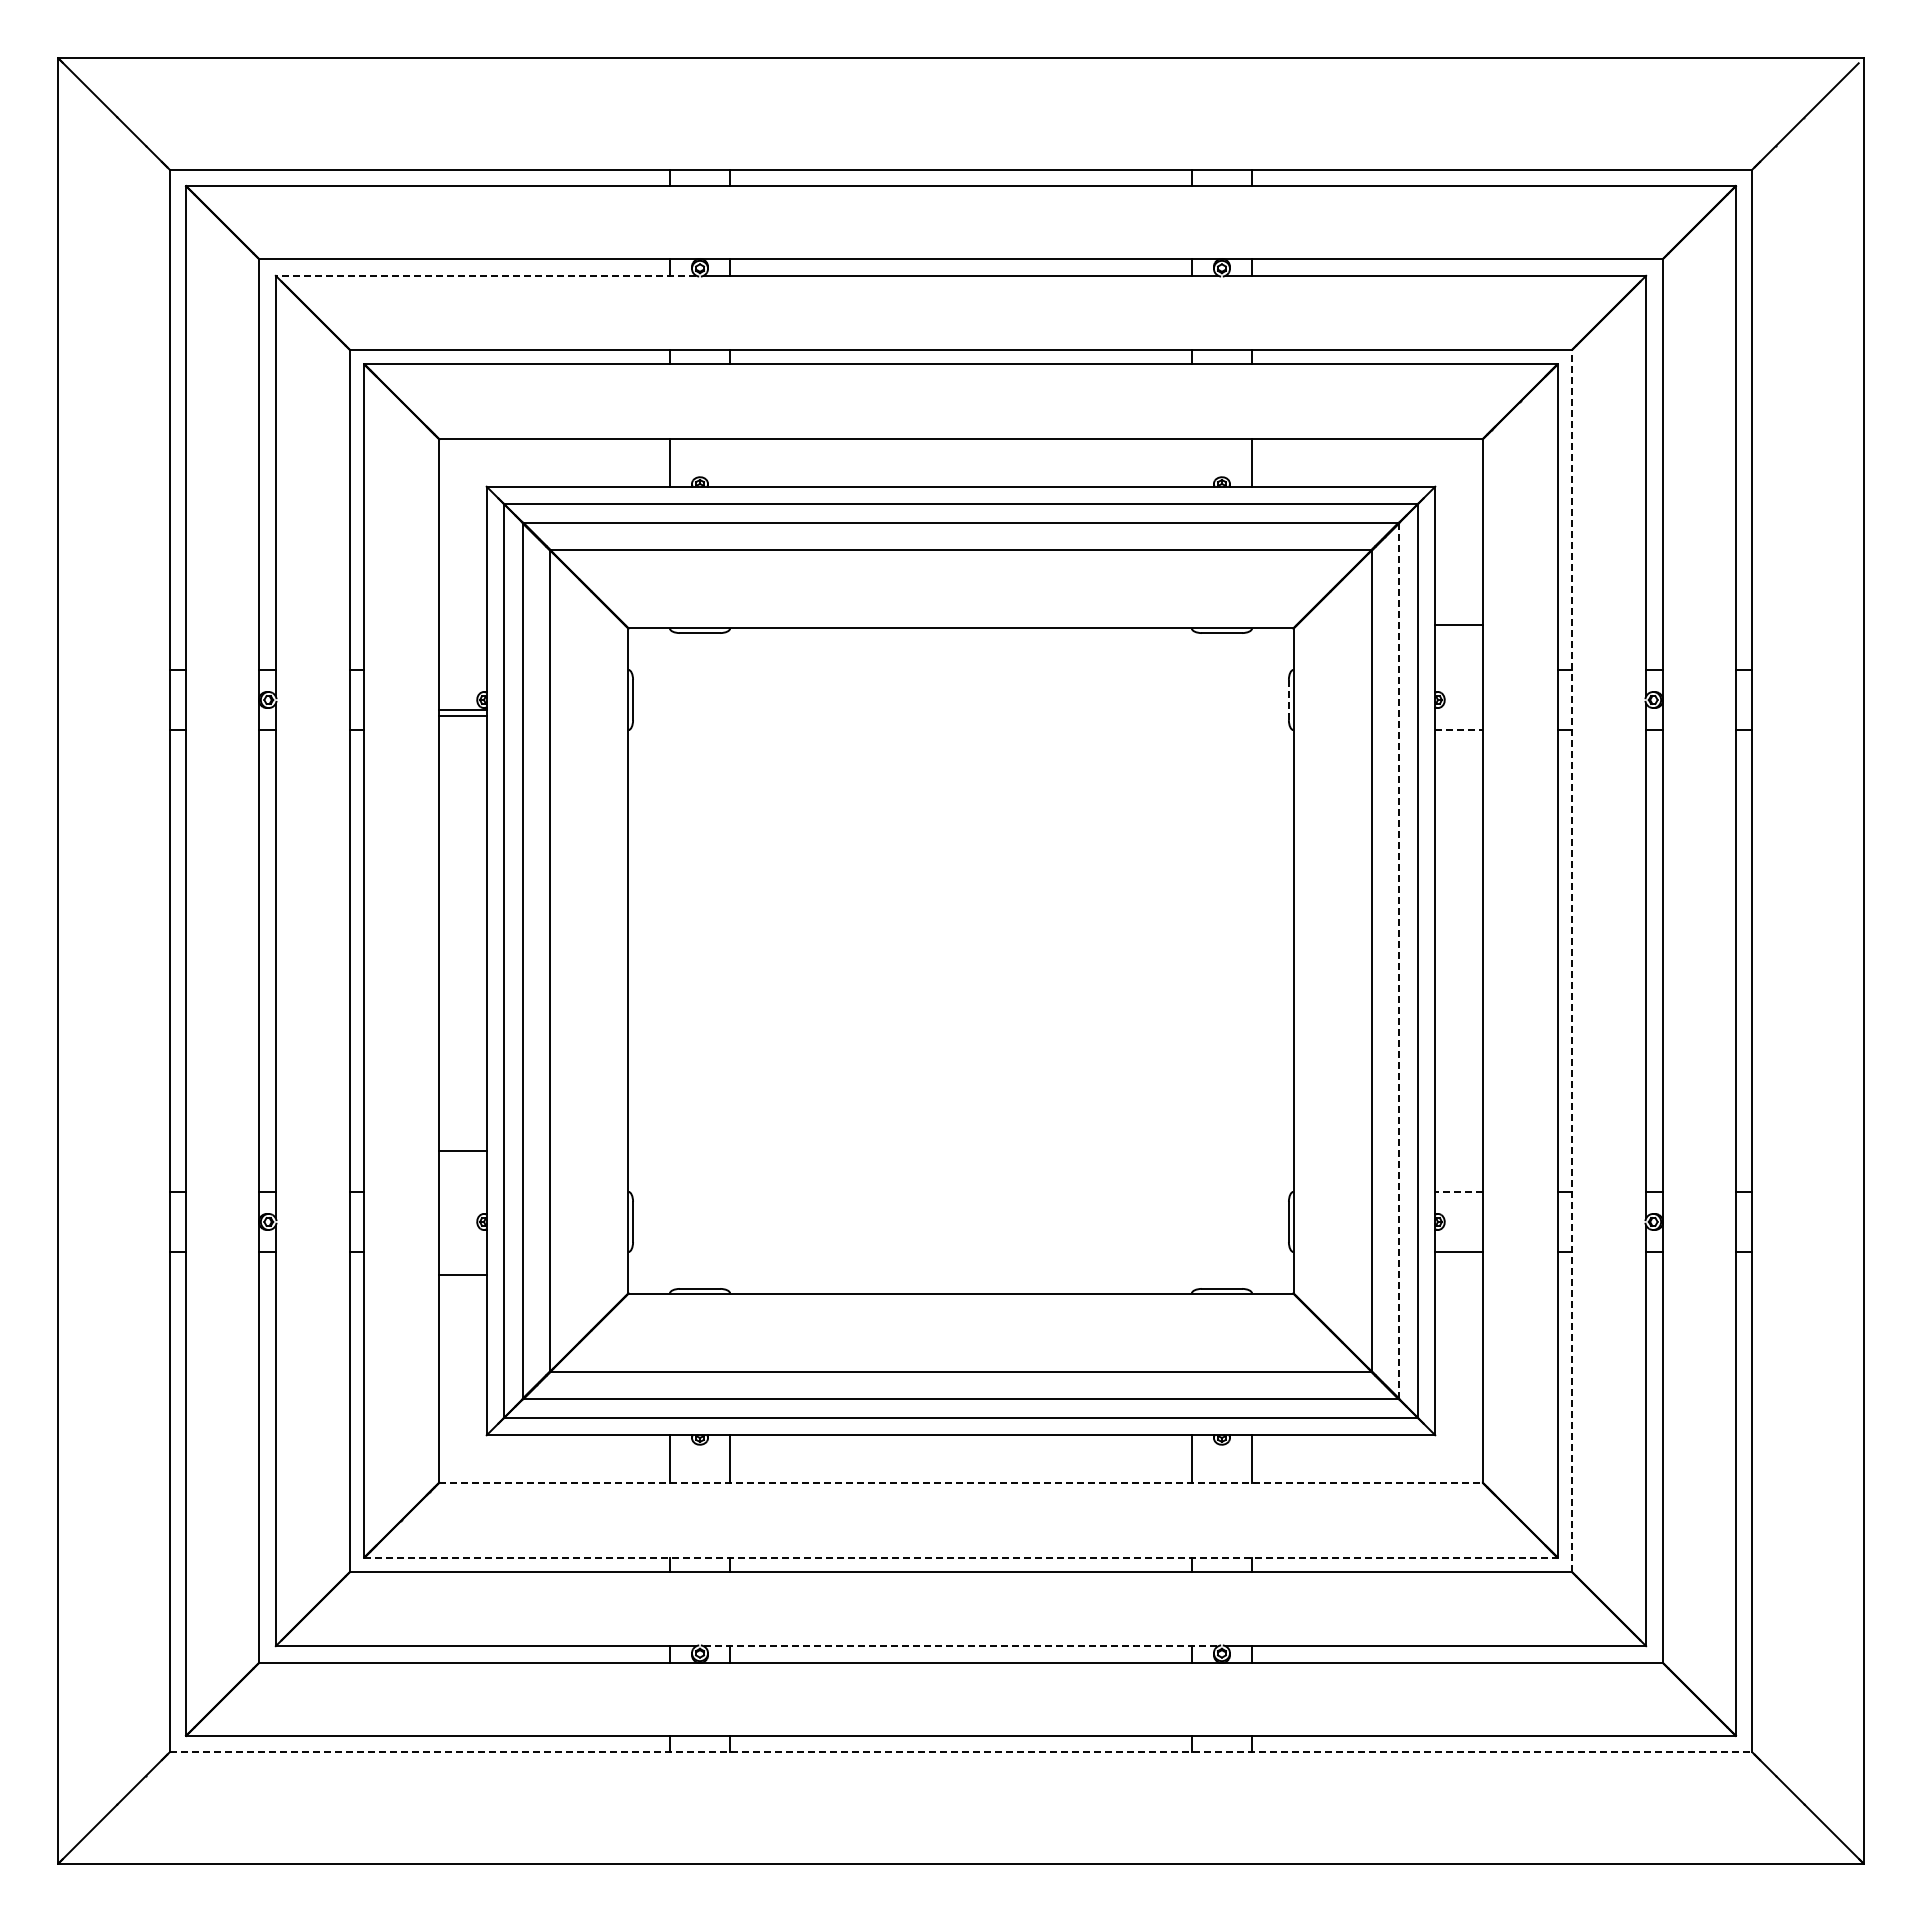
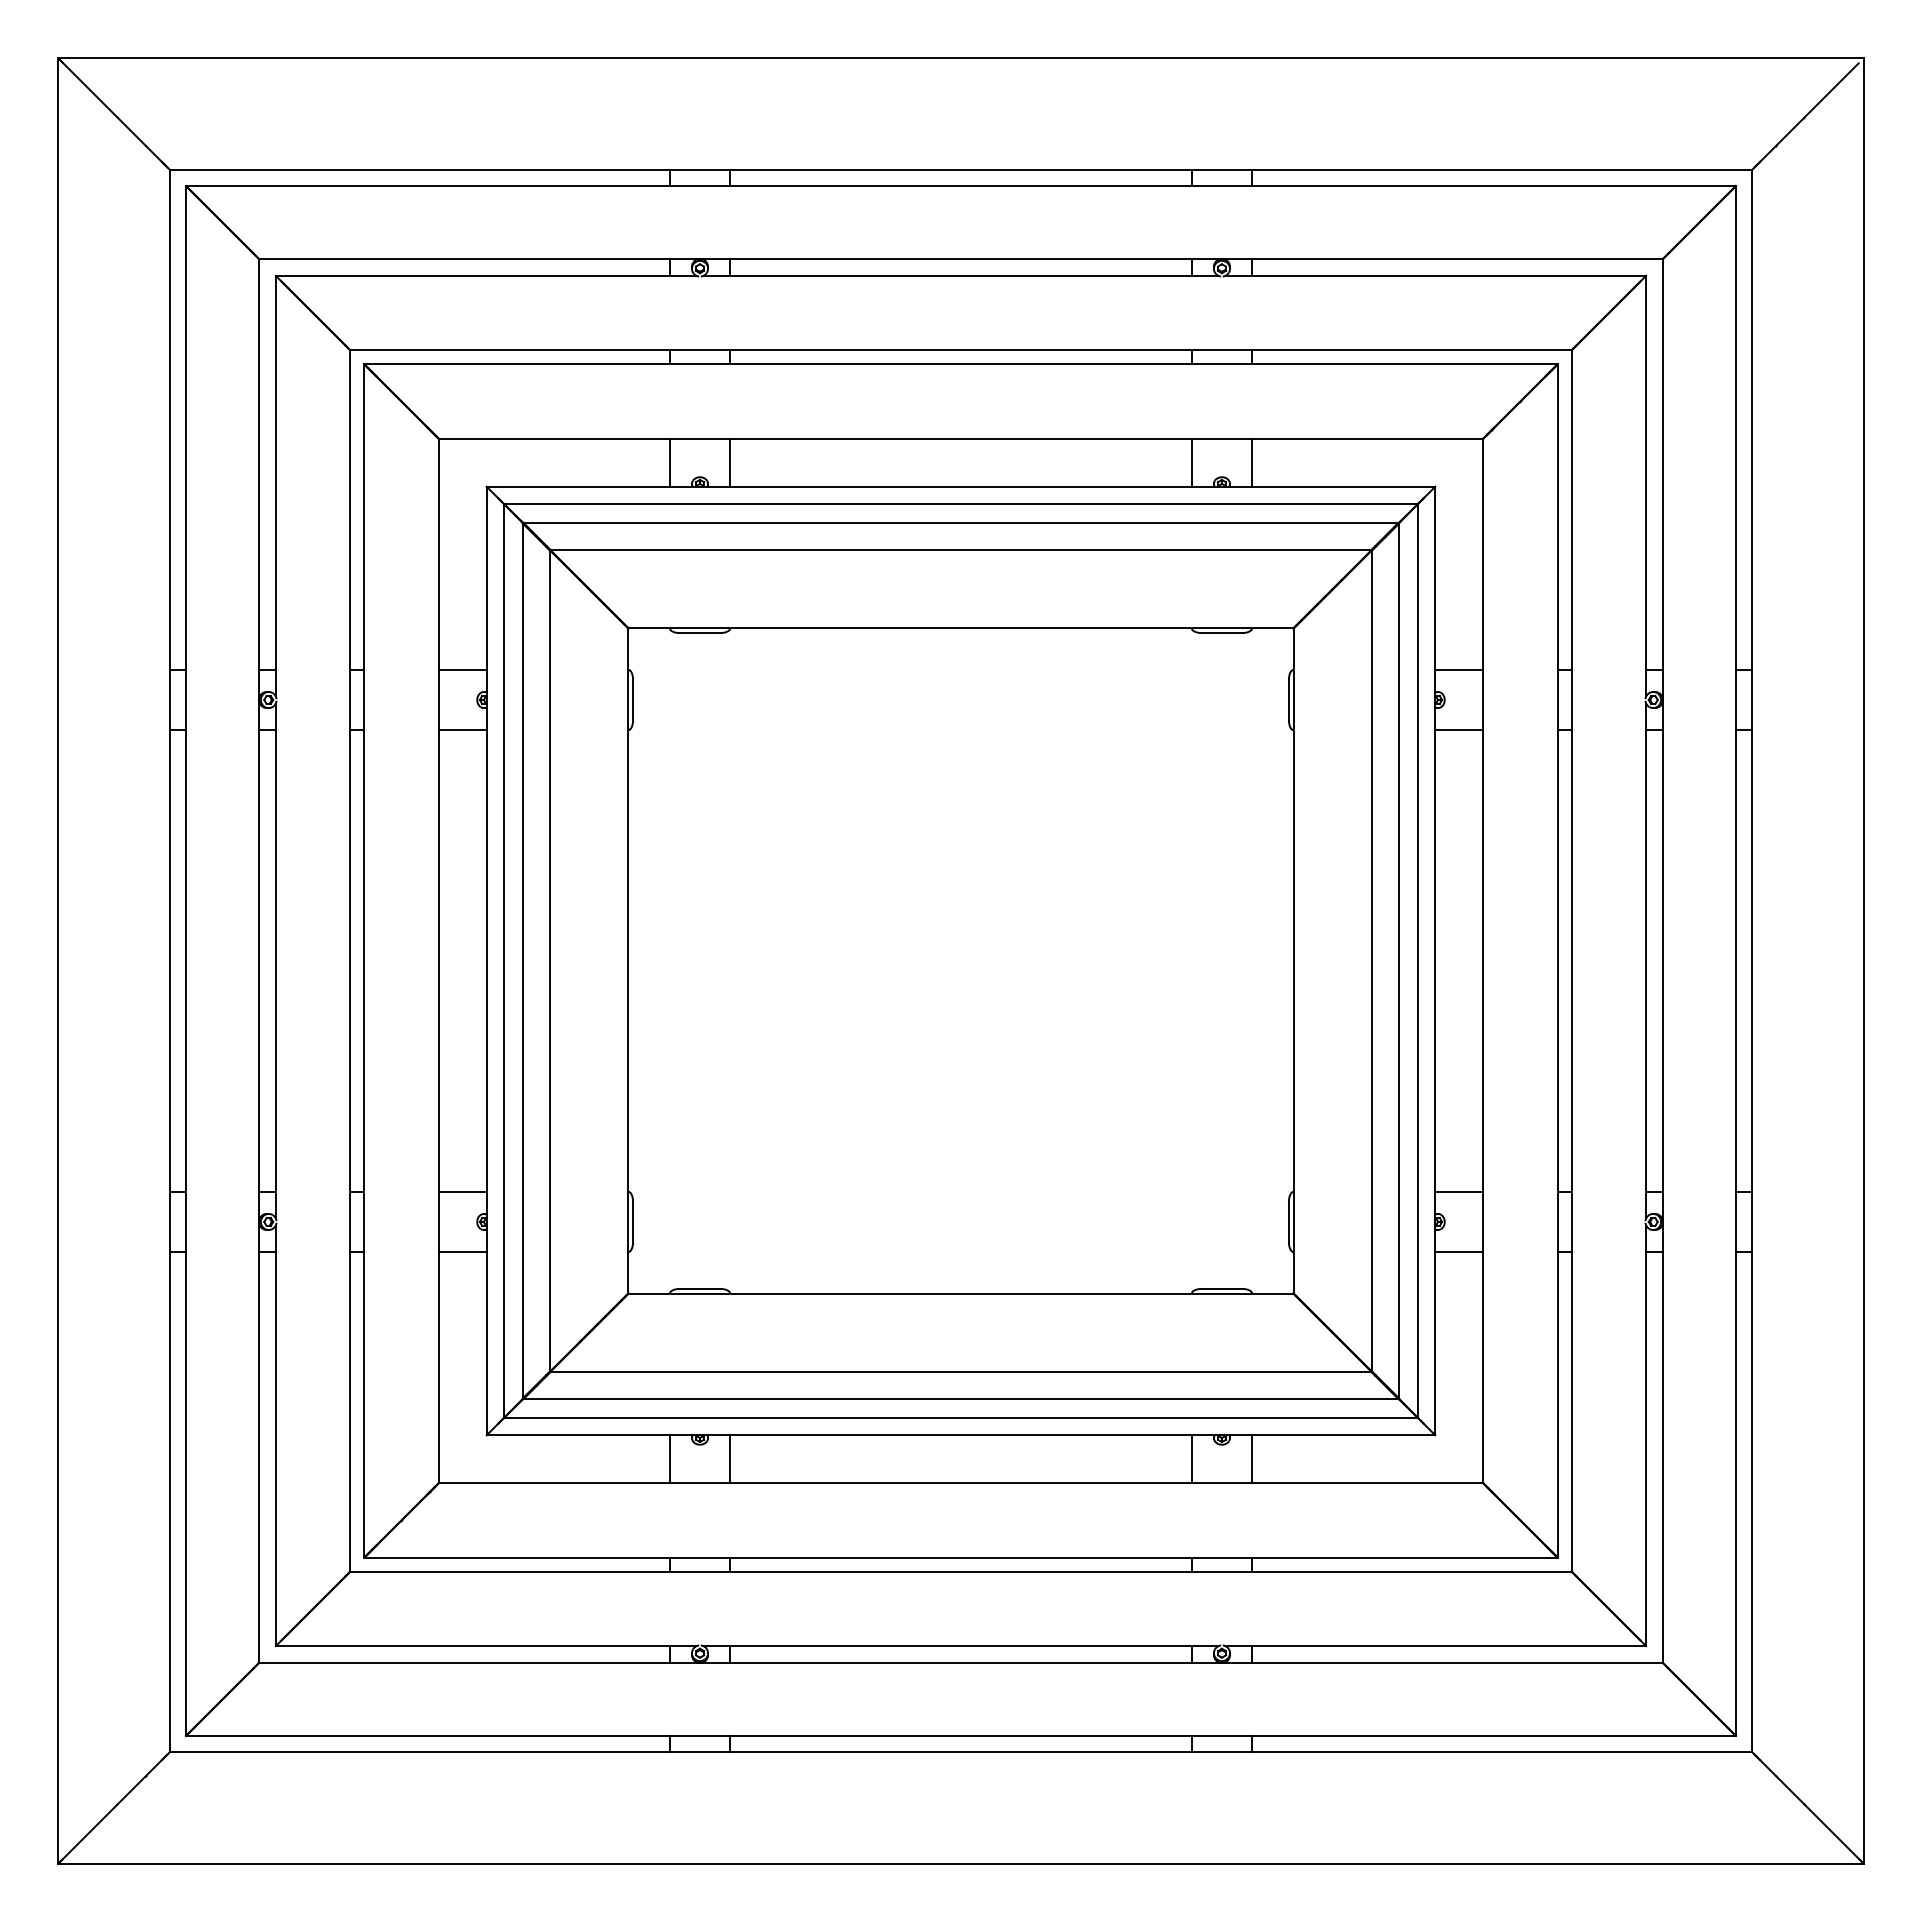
line at (485, 275): dashed -> solid
line at (730, 462): none -> present
line at (1191, 462): none -> present
line at (1459, 624) position: (1459, 624) -> (1459, 669)
line at (1288, 700): dashed -> solid
line at (462, 709) position: (462, 709) -> (462, 669)
line at (462, 716) position: (462, 716) -> (462, 730)
line at (1459, 730): dashed -> solid
line at (1399, 961): dashed -> solid
line at (1571, 961): dashed -> solid
line at (462, 1150) position: (462, 1150) -> (462, 1191)
line at (1459, 1191): dashed -> solid
line at (462, 1275) position: (462, 1275) -> (462, 1252)
line at (961, 1483): dashed -> solid
line at (961, 1557): dashed -> solid
line at (961, 1646): dashed -> solid
line at (961, 1752): dashed -> solid
